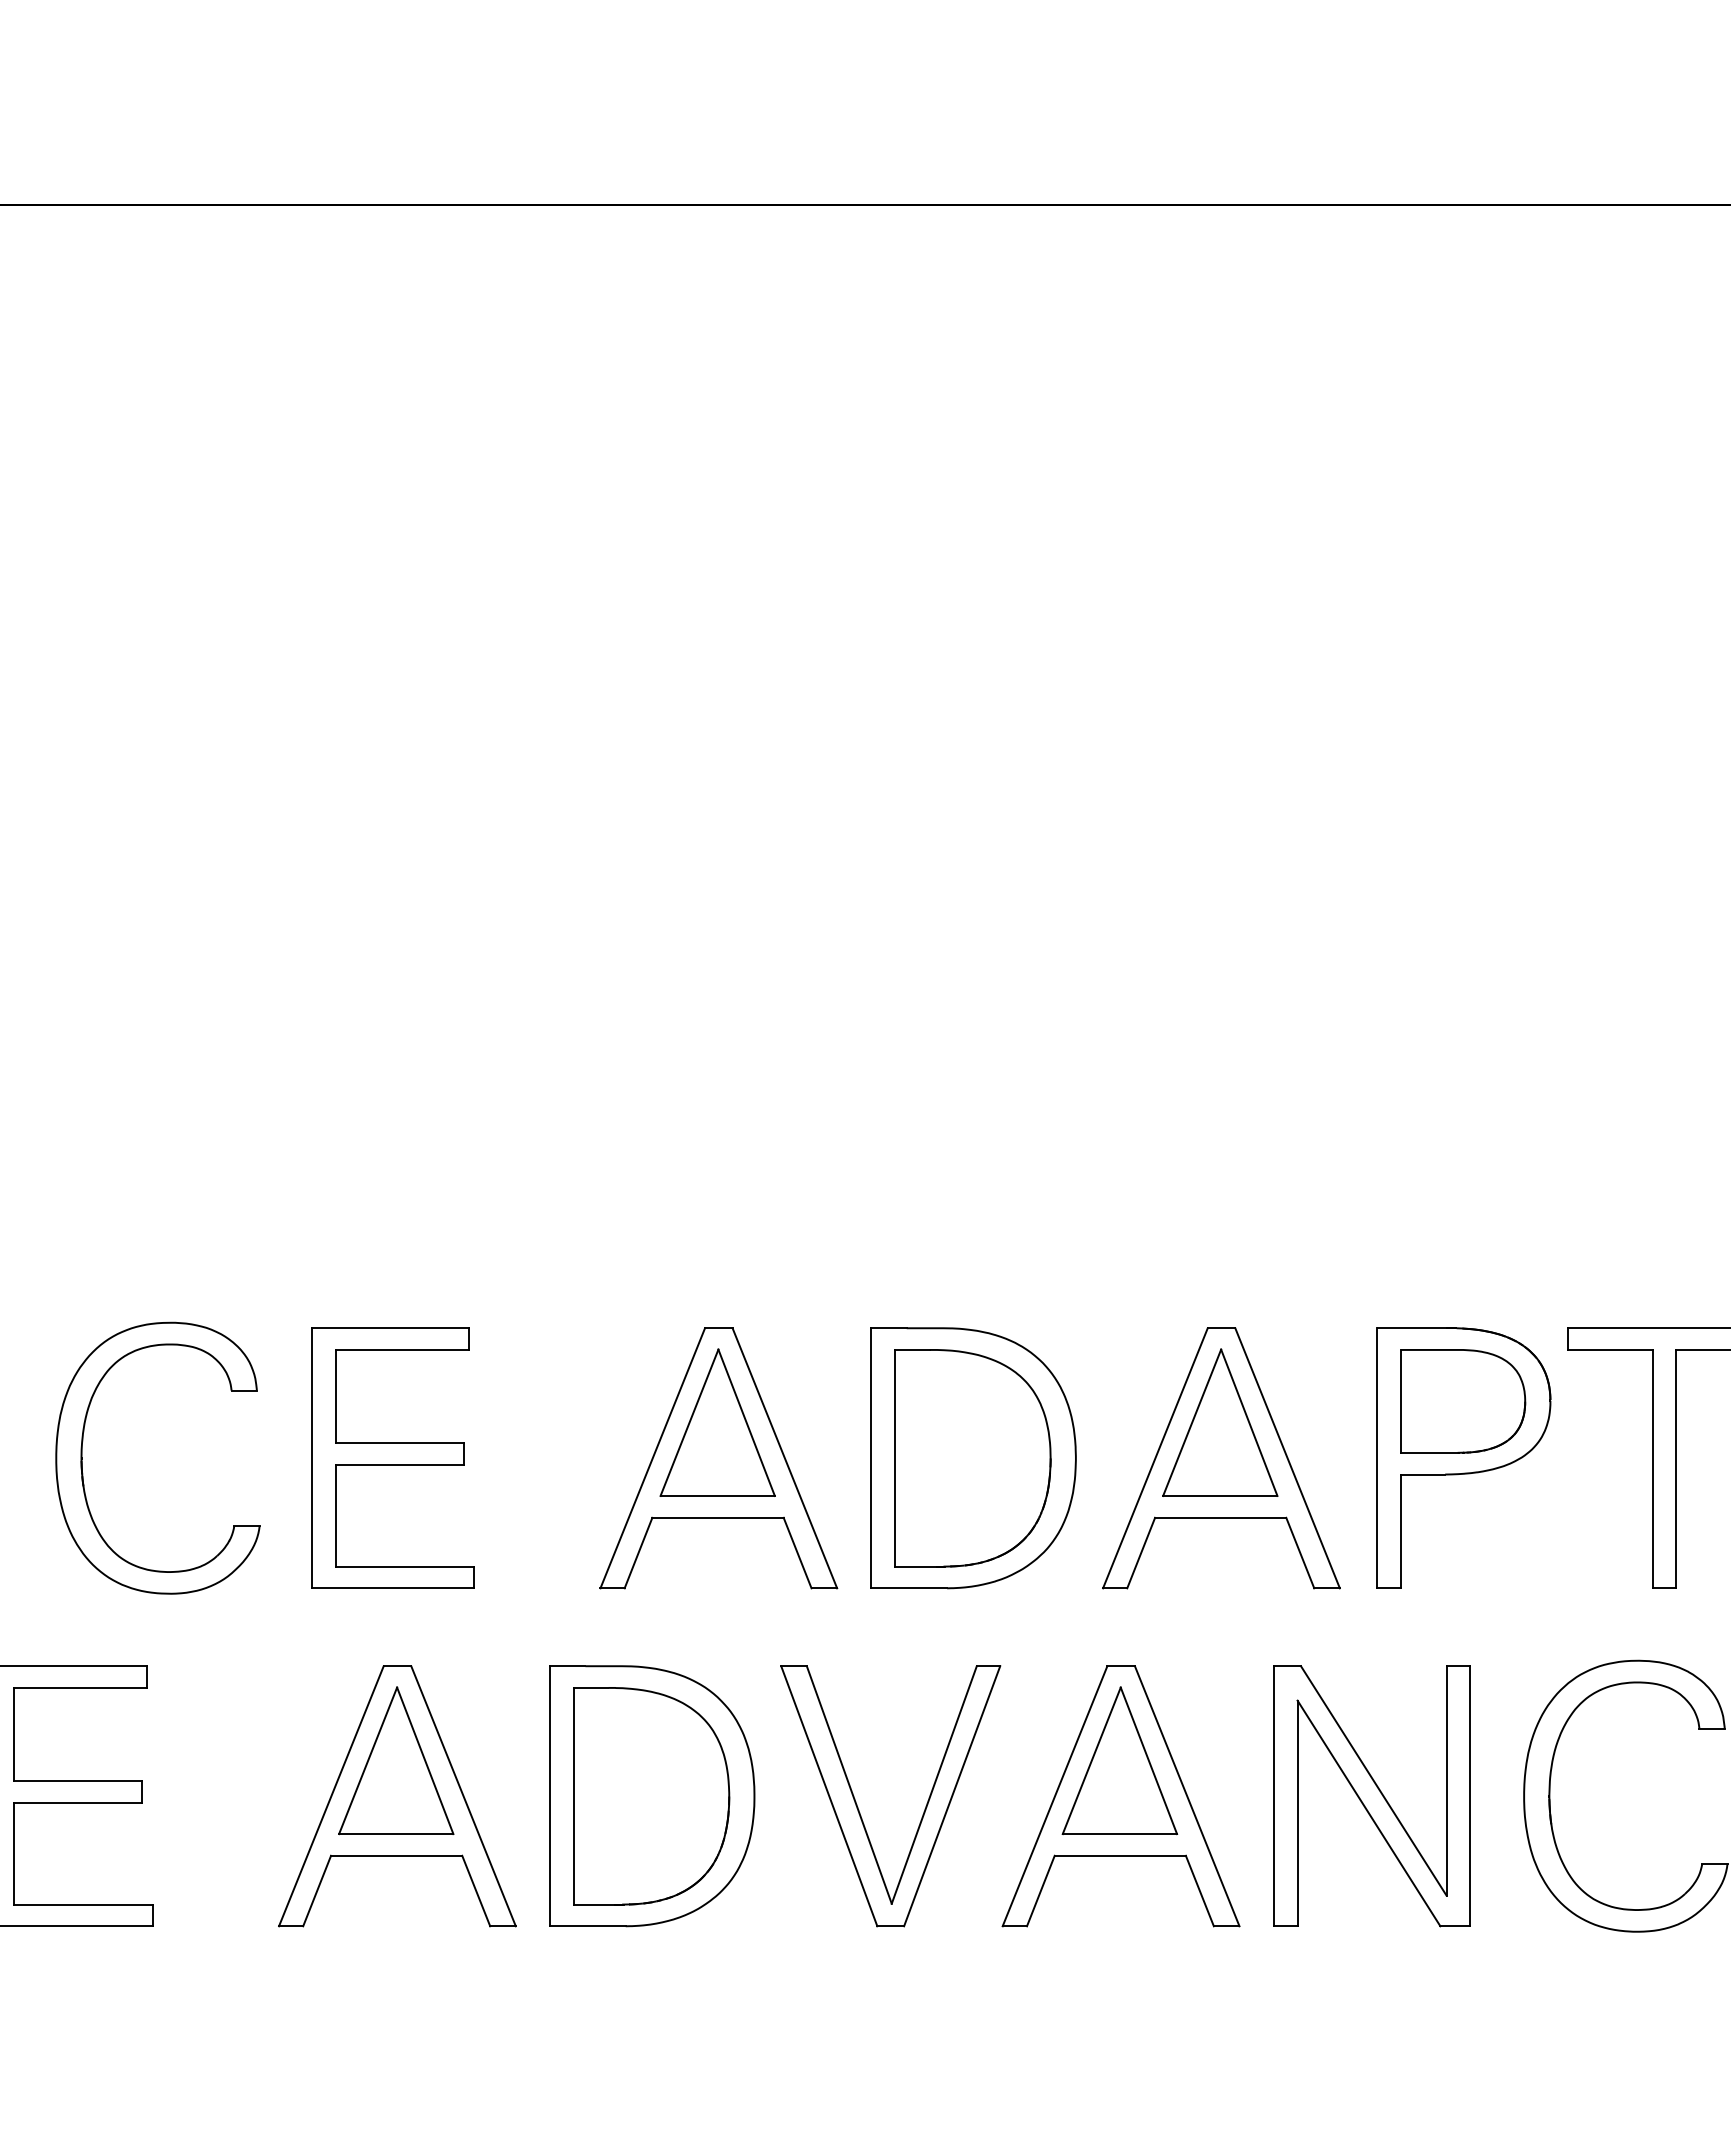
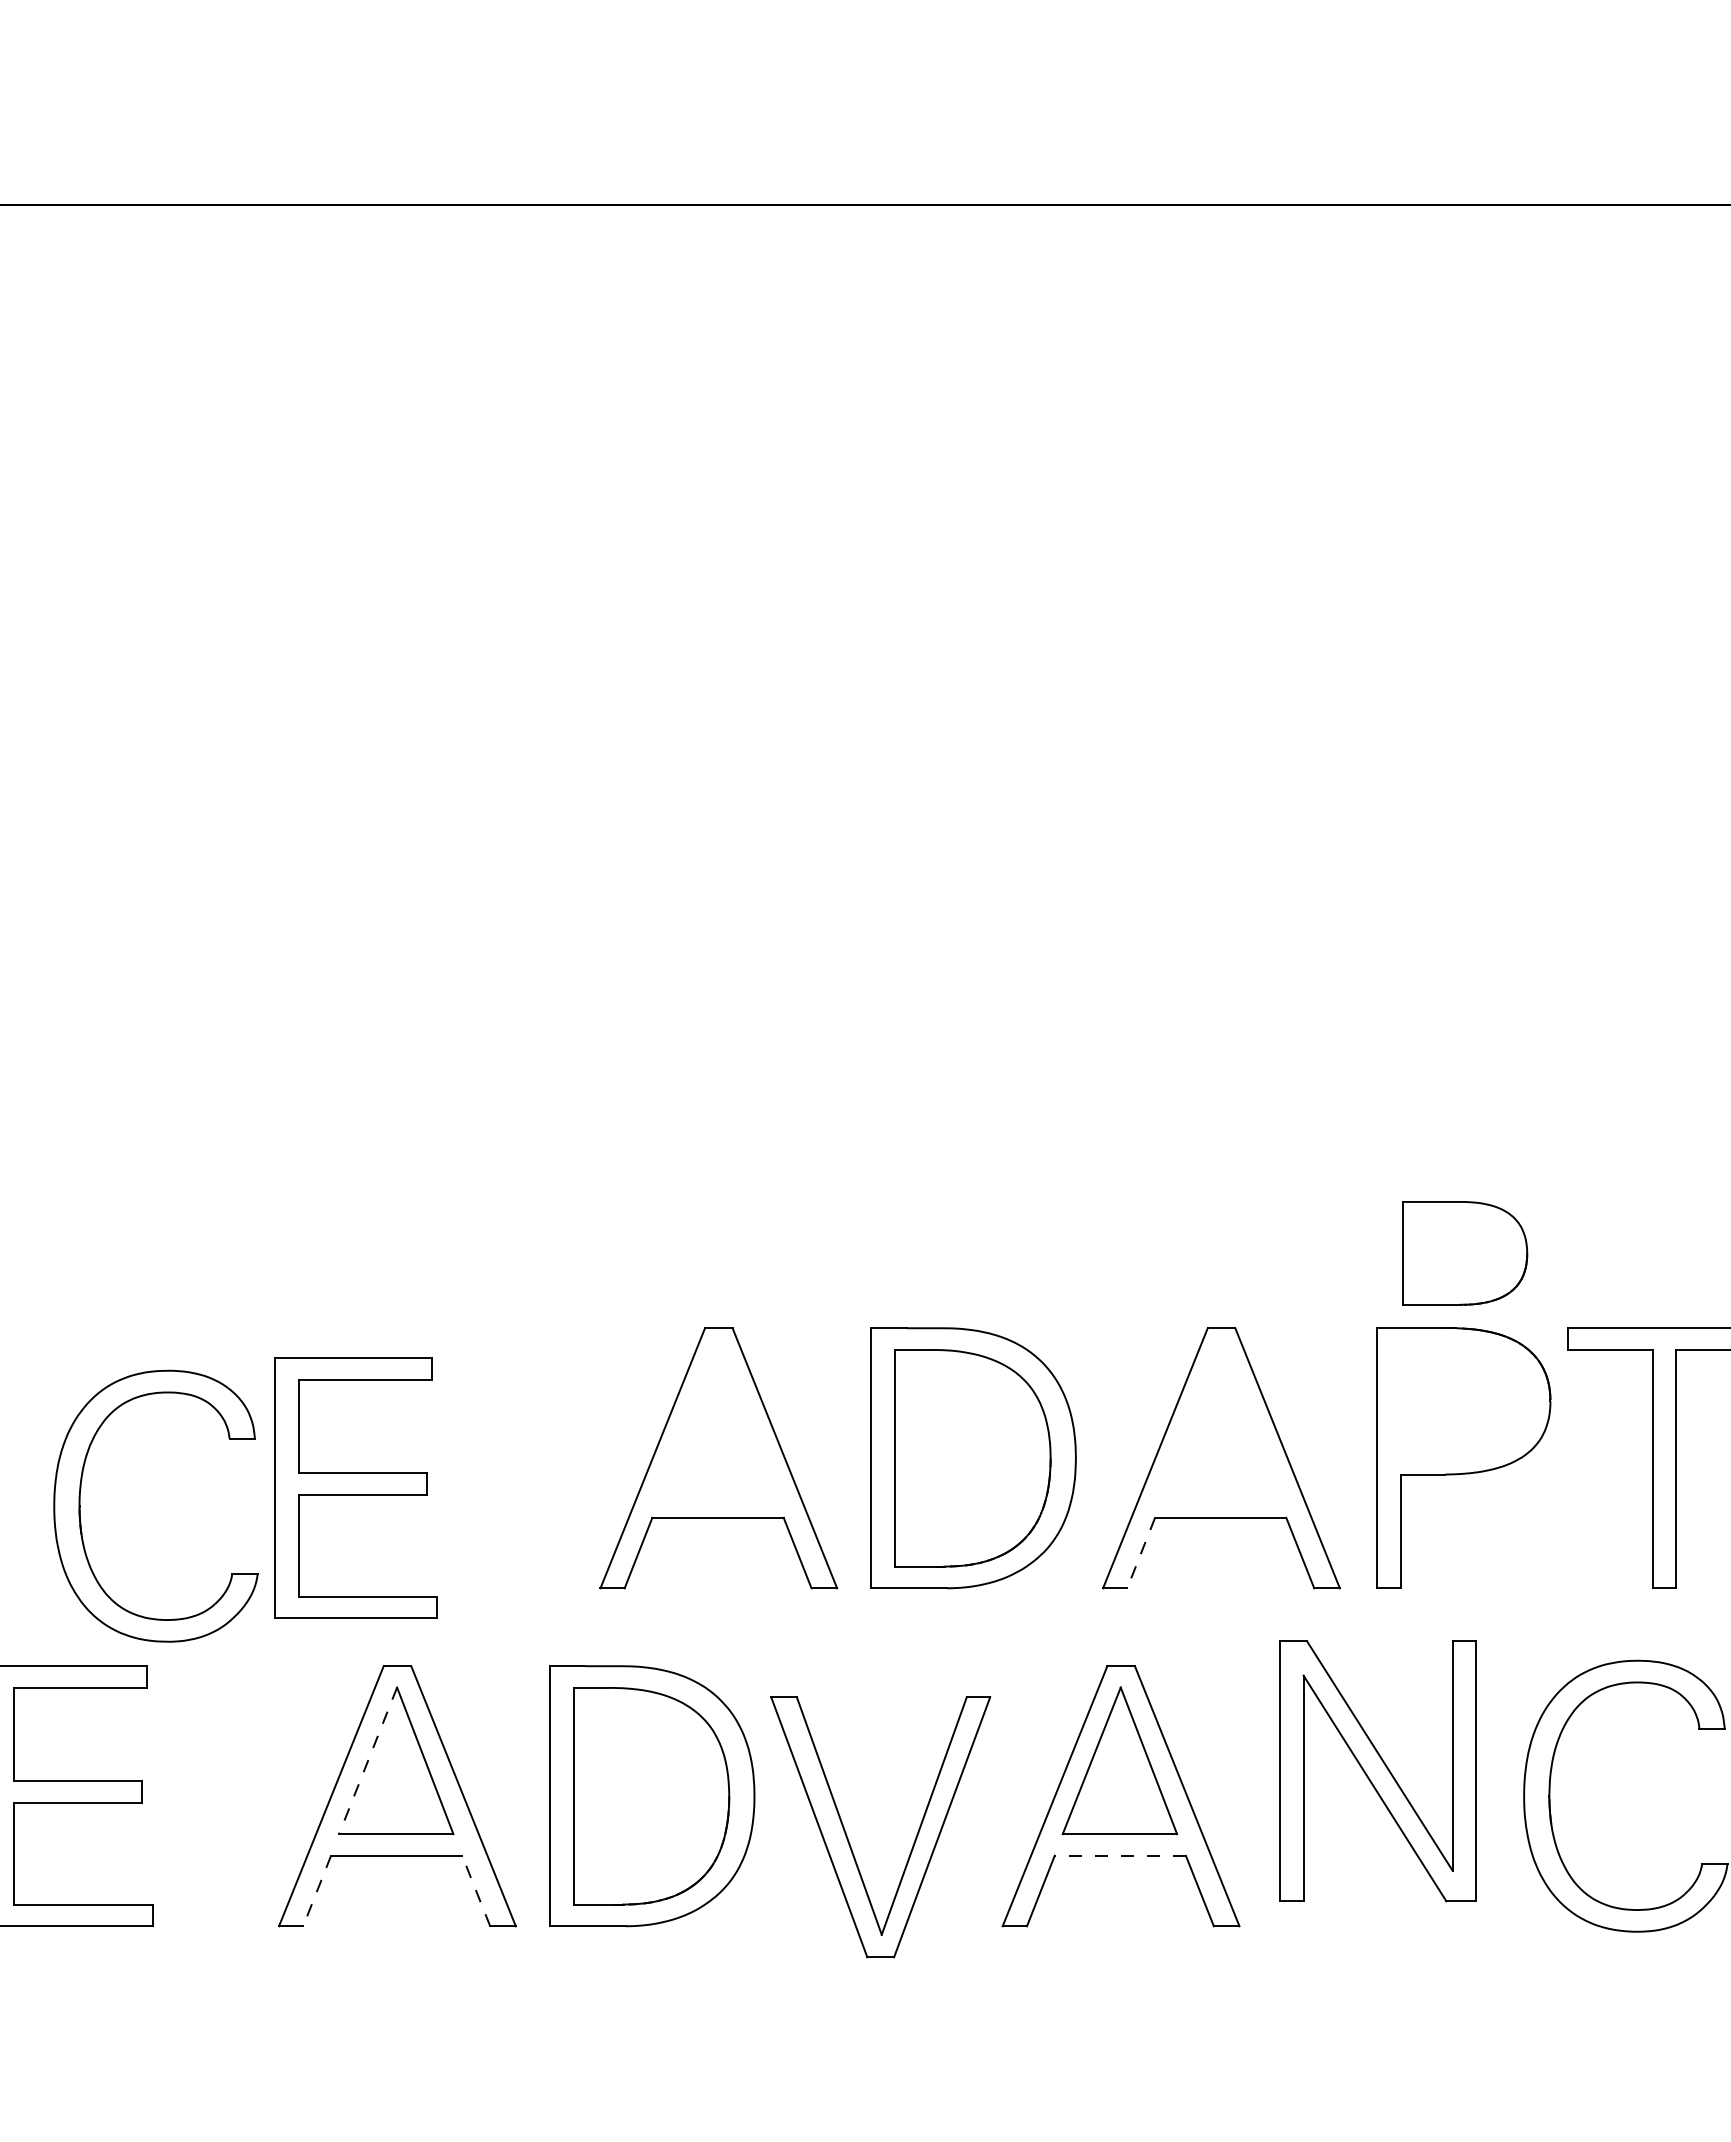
part at (1463, 1401) position: (1463, 1401) -> (1465, 1253)
part at (717, 1422): present -> none
part at (1220, 1422): present -> none
part at (82, 1457) position: (82, 1457) -> (80, 1505)
part at (392, 1457) position: (392, 1457) -> (355, 1487)
line at (1141, 1553): solid -> dashed
line at (368, 1760): solid -> dashed
part at (1371, 1796) position: (1371, 1796) -> (1377, 1771)
part at (858, 1807) position: (858, 1807) -> (848, 1838)
line at (1120, 1855): solid -> dashed
line at (317, 1891): solid -> dashed
line at (476, 1891): solid -> dashed
